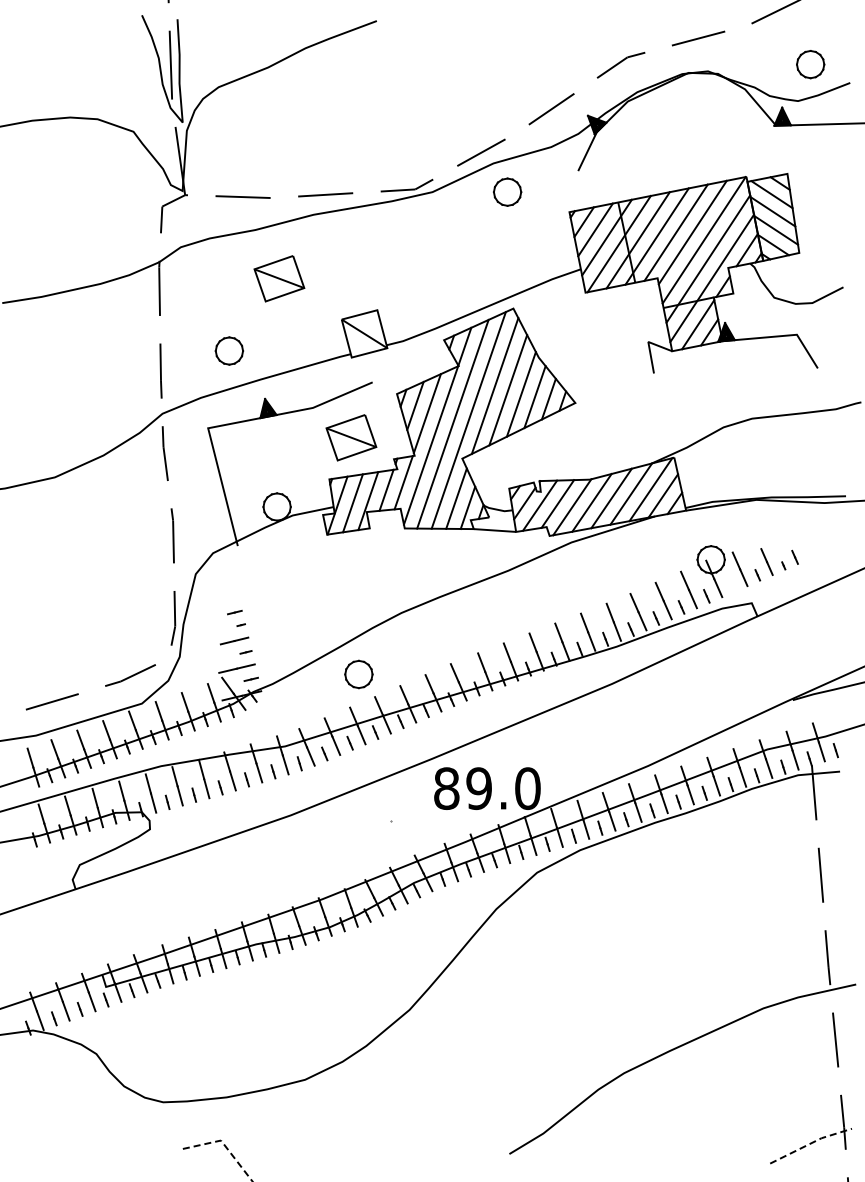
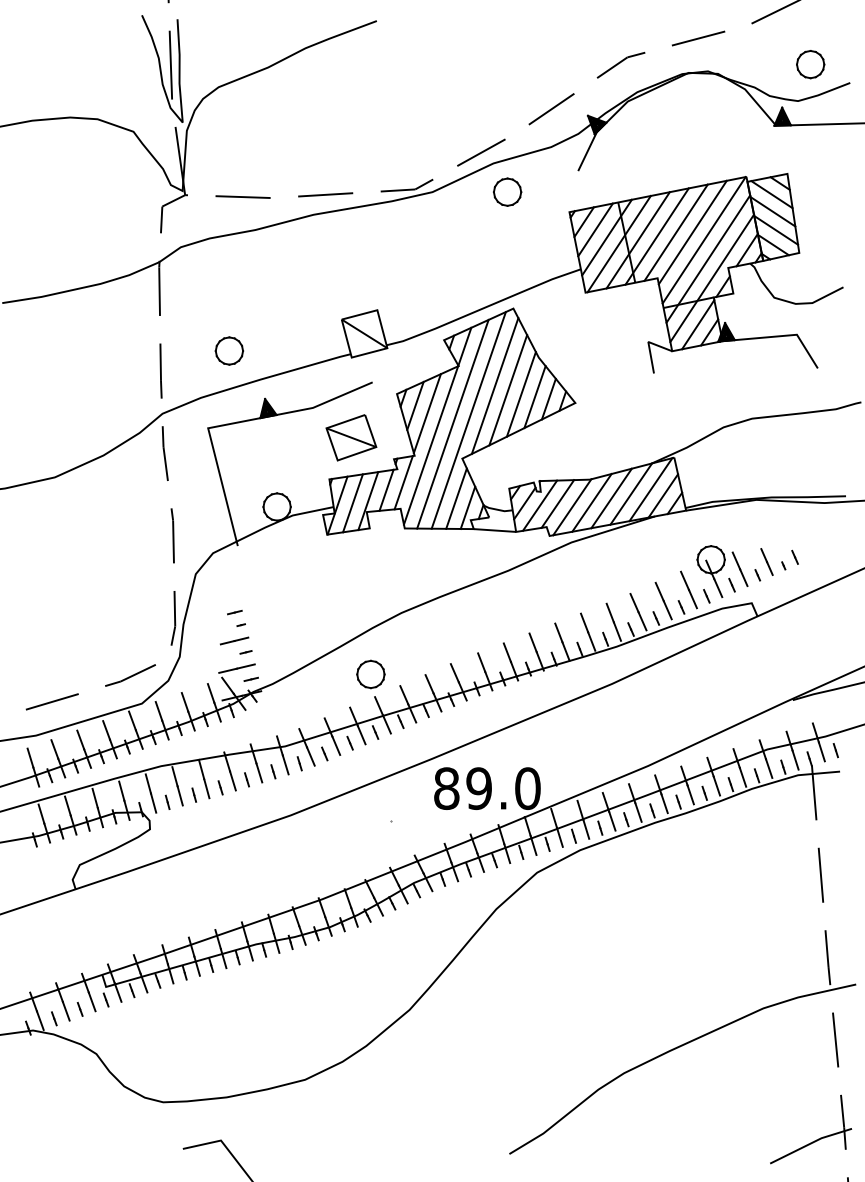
part at (279, 278): present -> none
line at (731, 584): none -> present
part at (358, 674) position: (358, 674) -> (370, 674)
line at (810, 1143): dashed -> solid
line at (224, 1145): dashed -> solid
